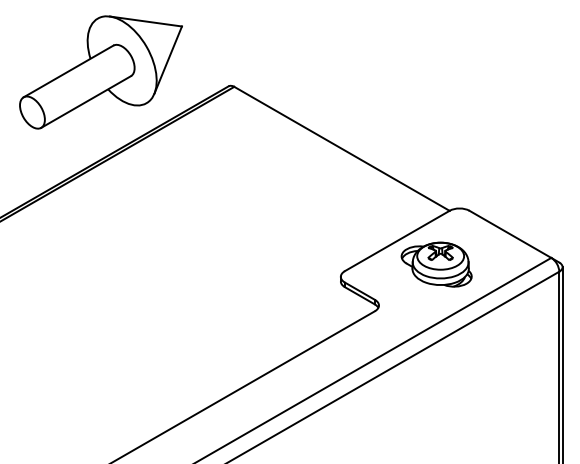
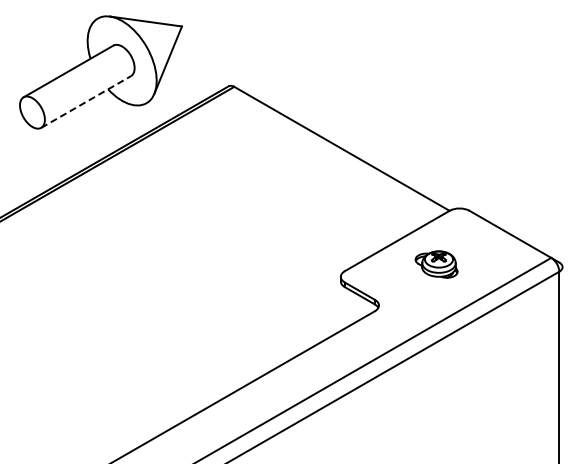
line at (86, 102): solid -> dashed
part at (436, 264) size: 73x47 px -> 45x29 px
line at (562, 363): present -> none
